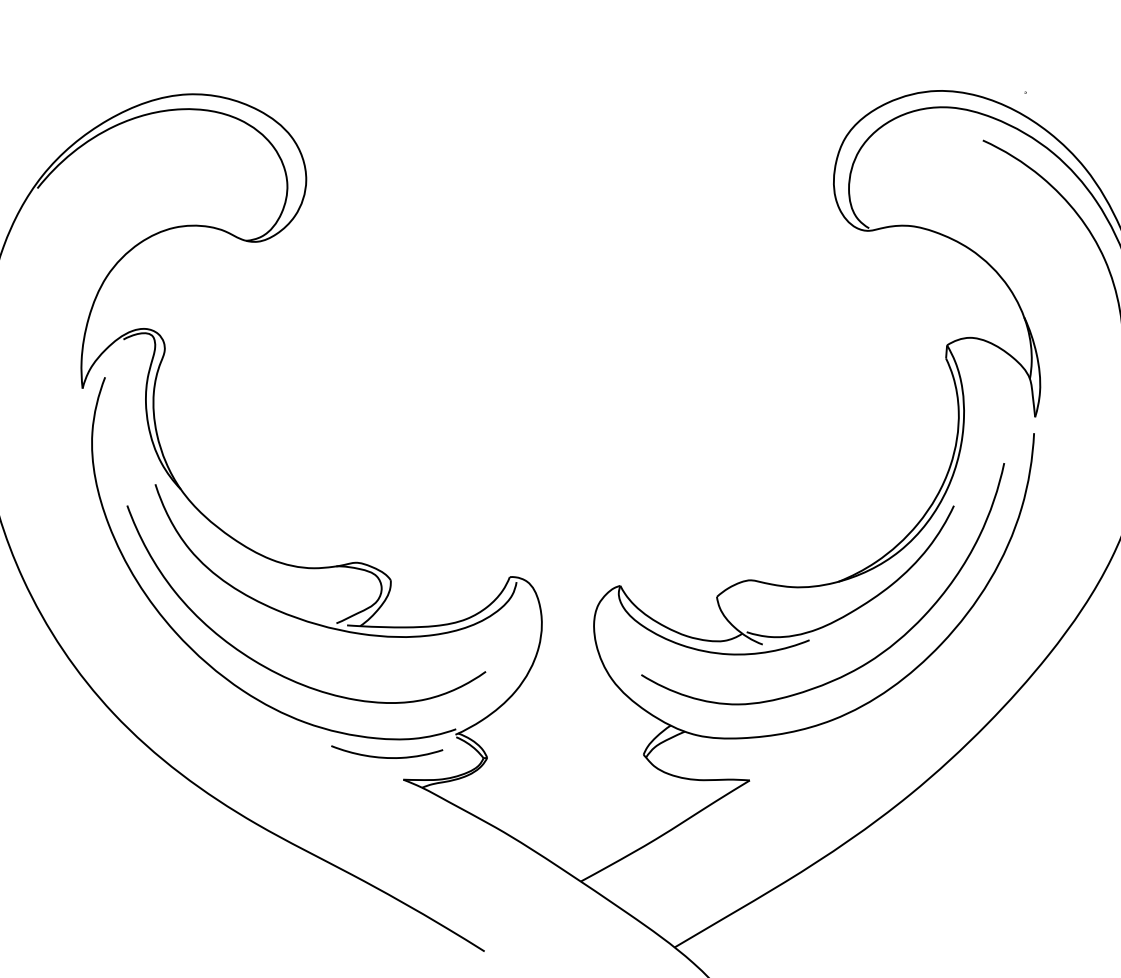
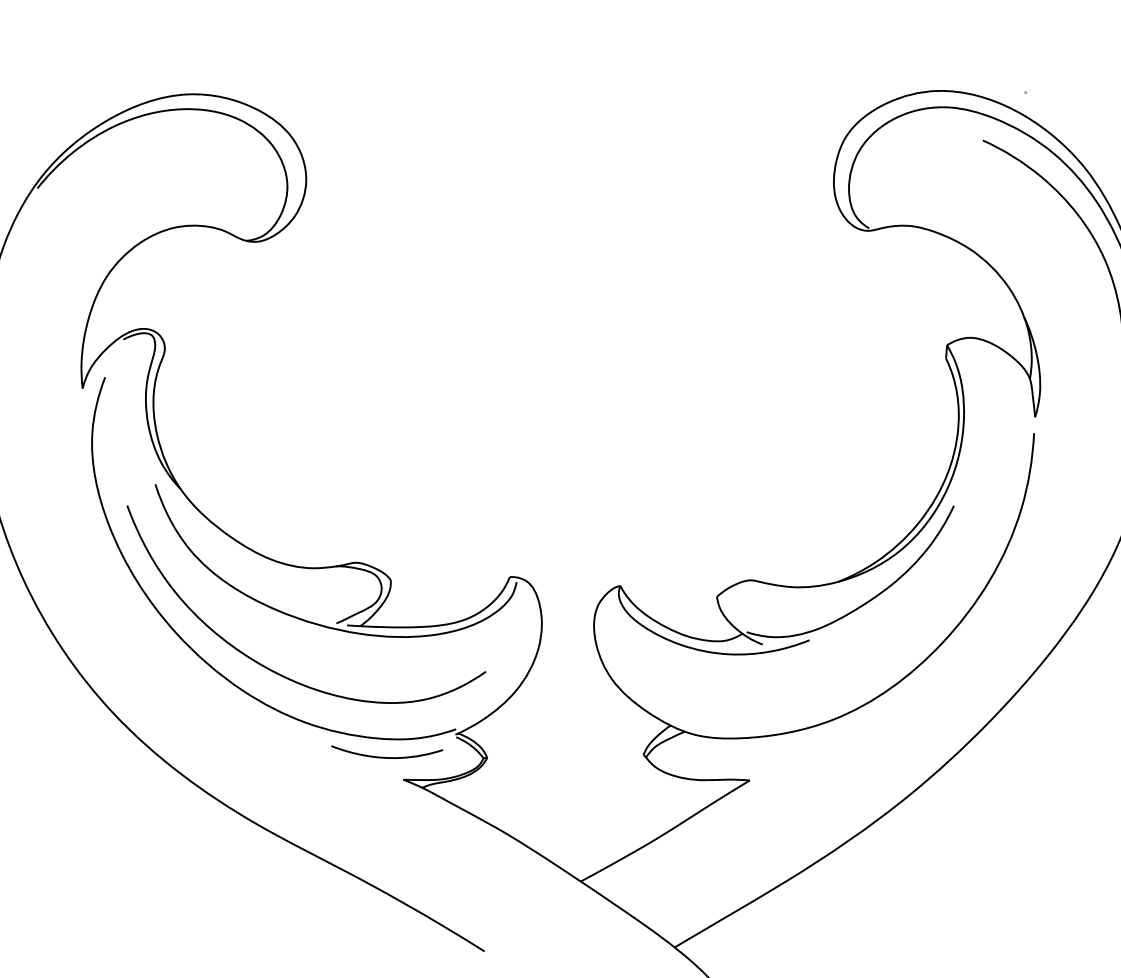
curve at (867, 661): present -> none
